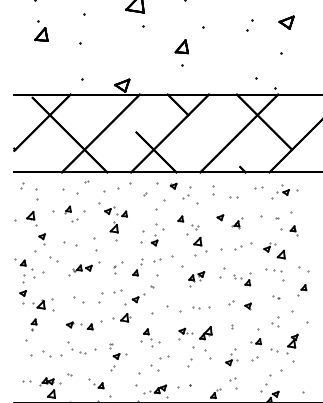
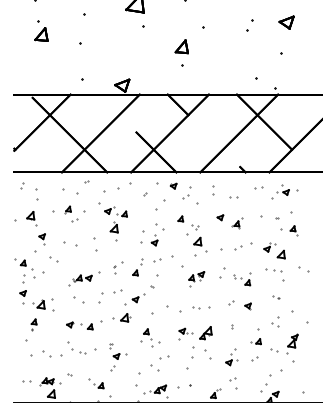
part at (84, 268) position: (84, 268) -> (84, 278)
part at (302, 290): present -> none
part at (189, 362) size: 6x10 px -> 8x14 px
